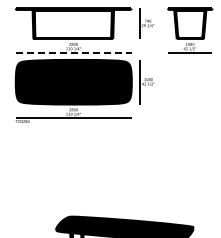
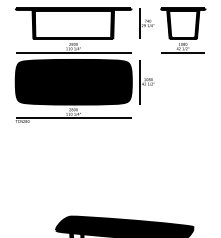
part at (190, 30) position: (190, 30) -> (183, 30)
line at (74, 52): dashed -> solid
